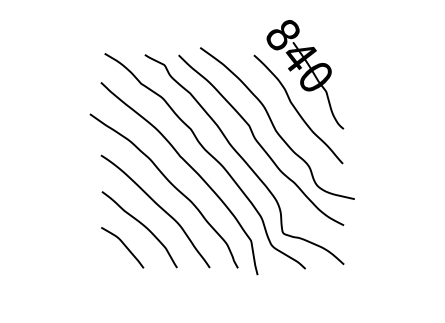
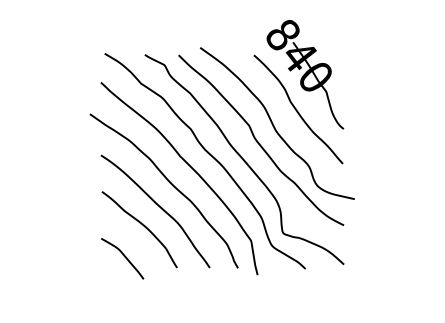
curve at (123, 245) position: (123, 245) -> (123, 256)
